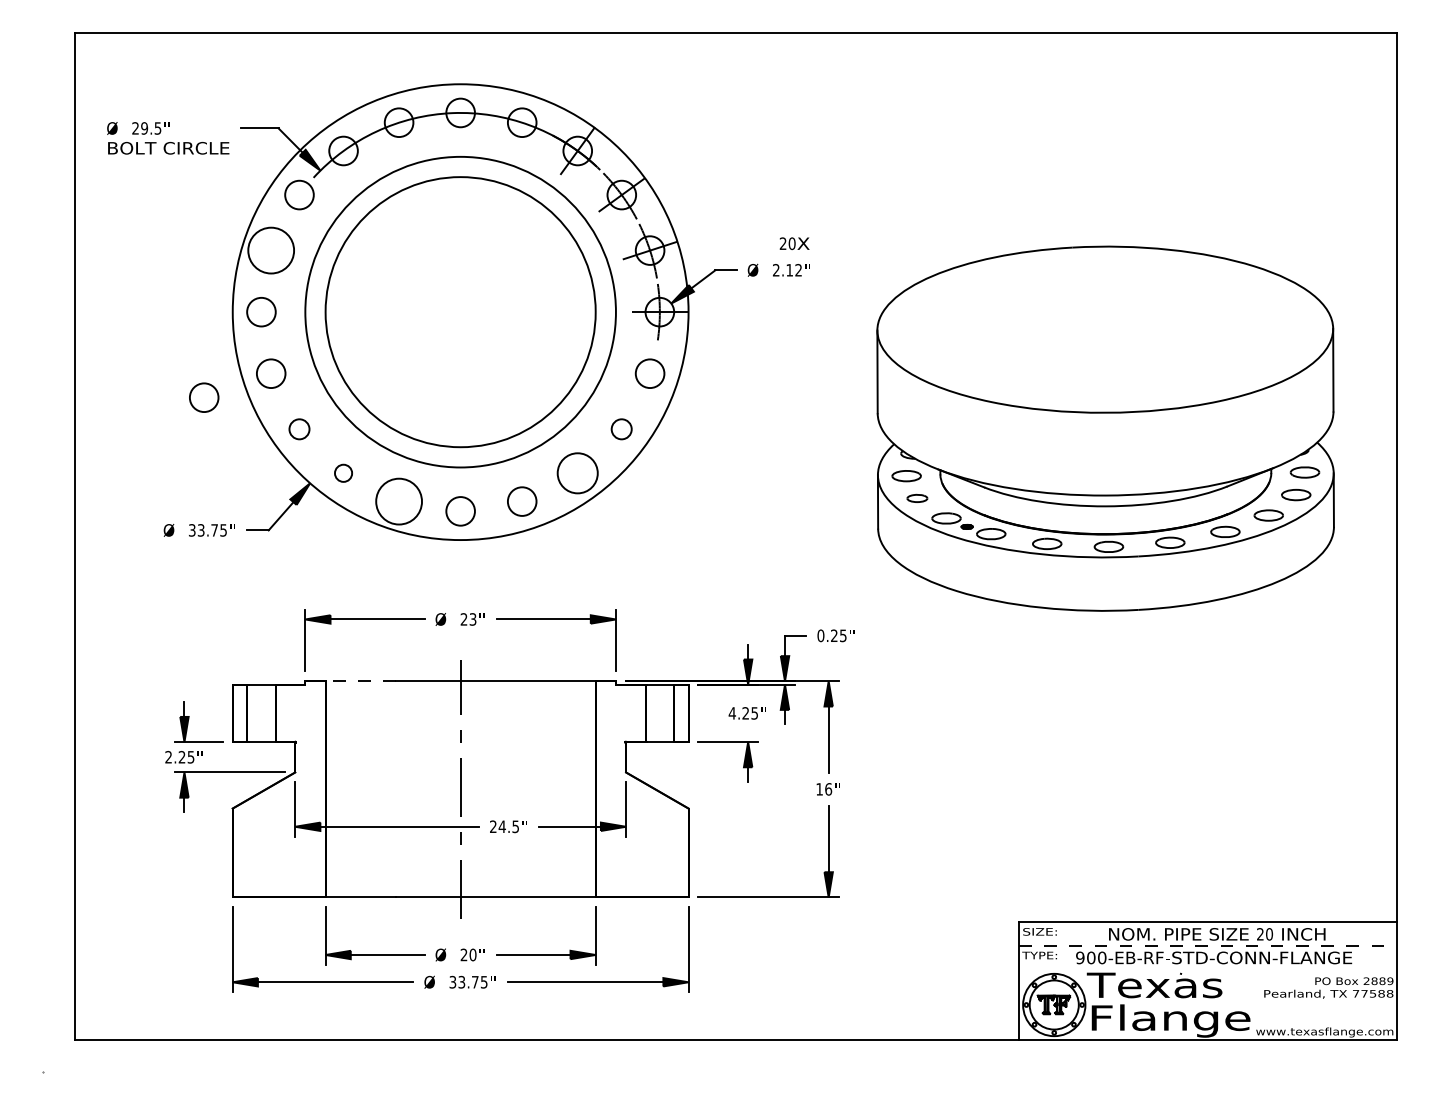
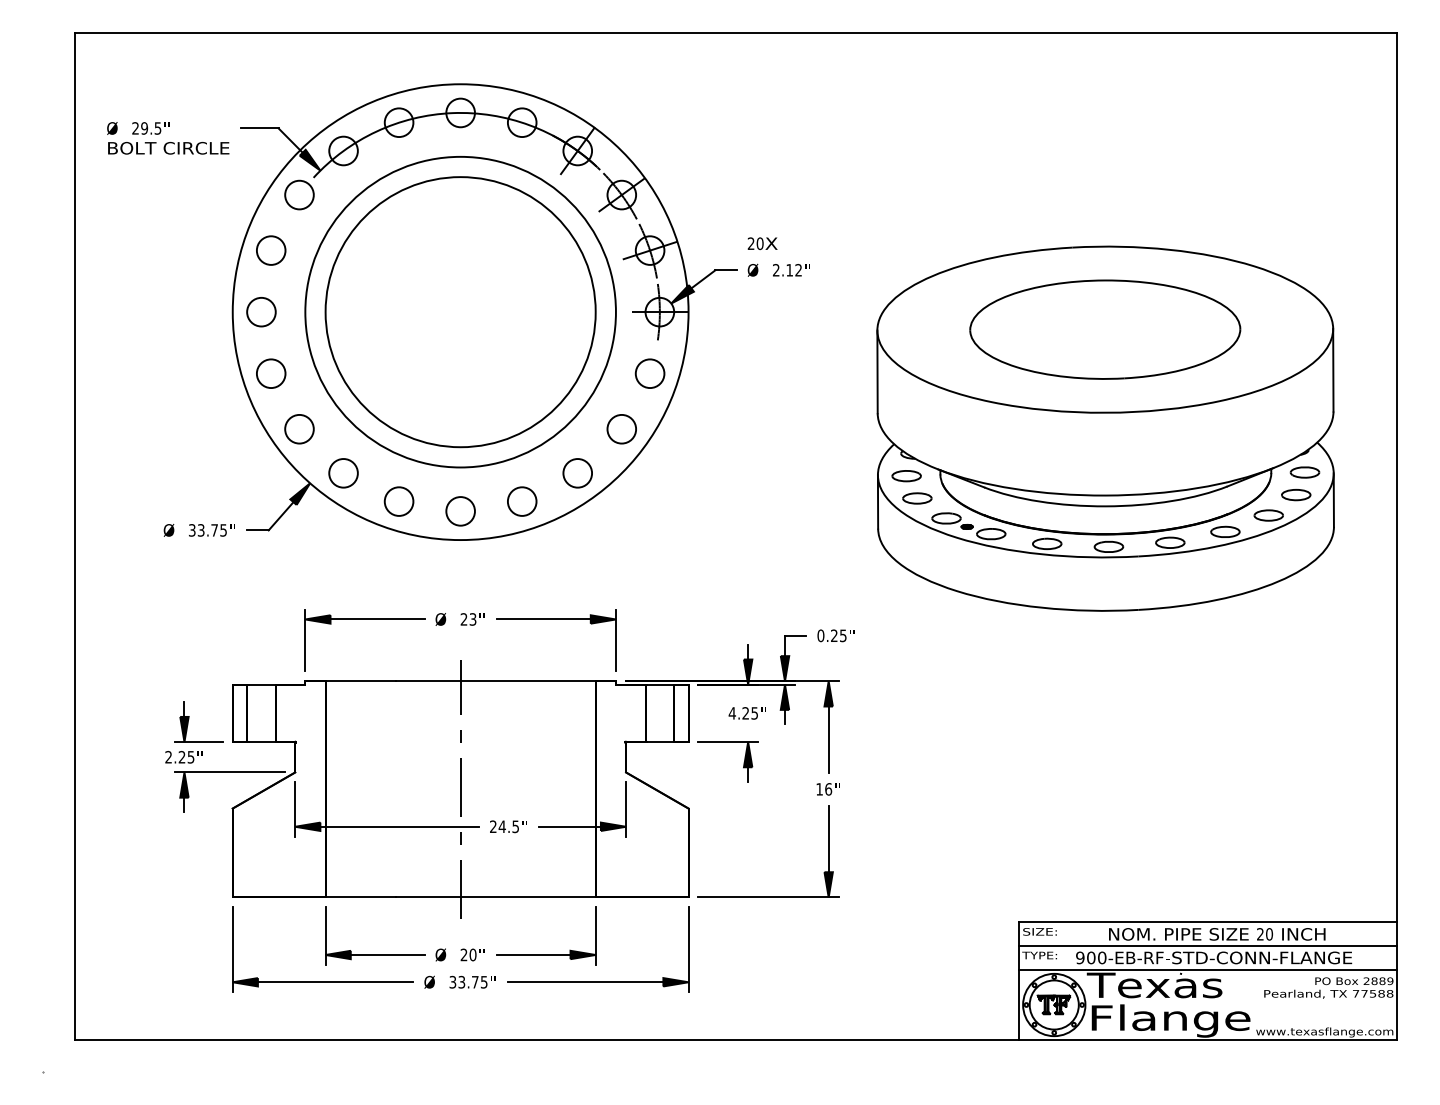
text at (794, 243) position: (794, 243) -> (762, 243)
circle at (271, 250) diameter: 46 px -> 29 px
part at (1105, 329): none -> present
circle at (204, 397): present -> none
circle at (299, 429) size: 23x23 px -> 31x31 px
circle at (621, 429) size: 23x23 px -> 31x31 px
circle at (343, 472) diameter: 17 px -> 29 px
circle at (577, 473) diameter: 40 px -> 29 px
part at (917, 497) size: 23x10 px -> 31x13 px
circle at (399, 501) diameter: 46 px -> 29 px
line at (360, 681): dashed -> solid
line at (1207, 945): dashed -> solid
line at (1207, 969): none -> present
